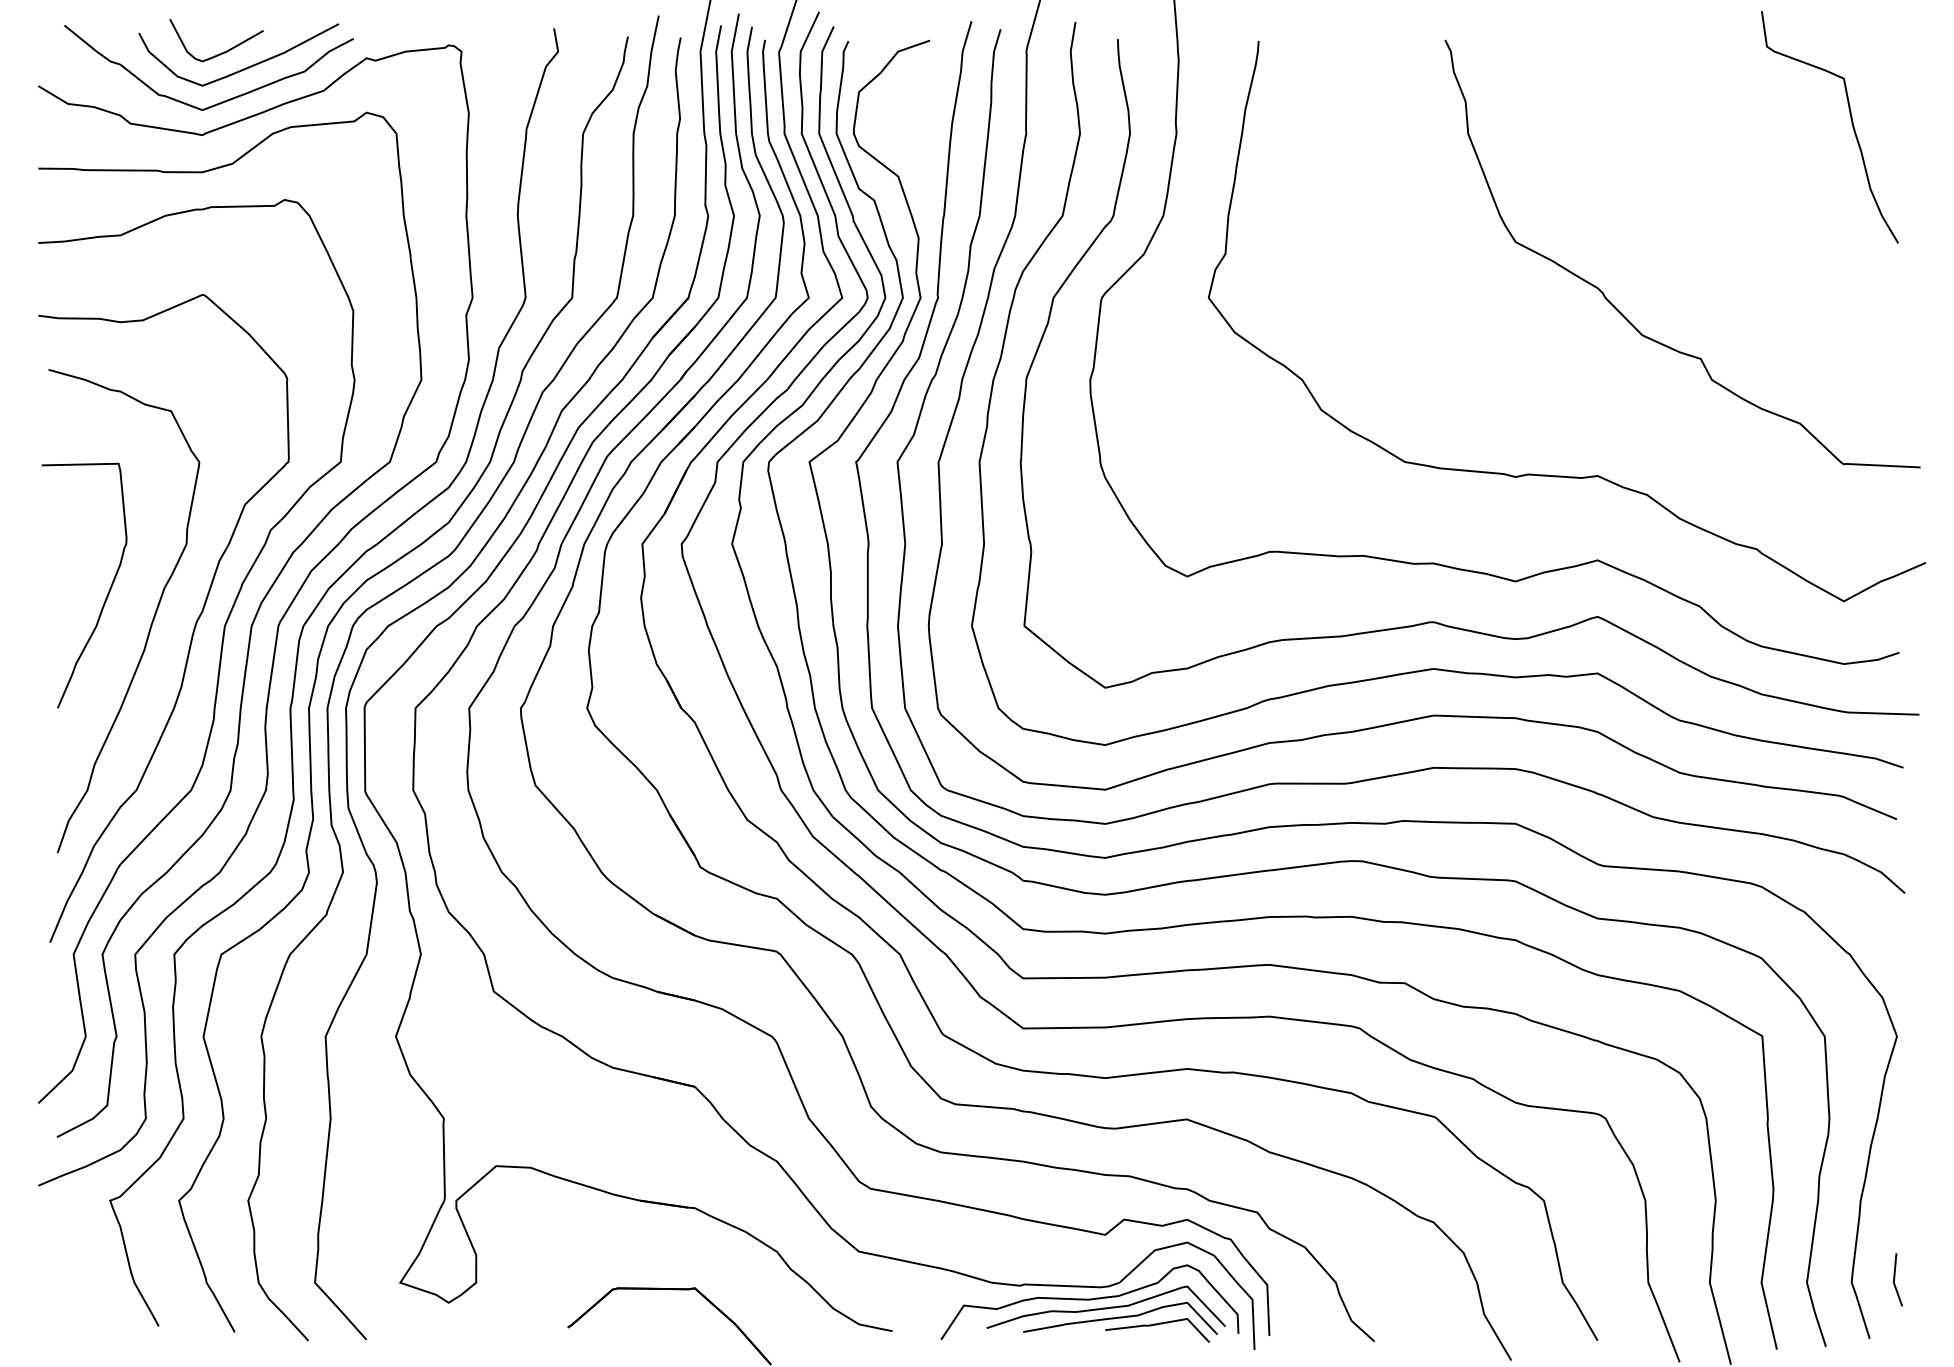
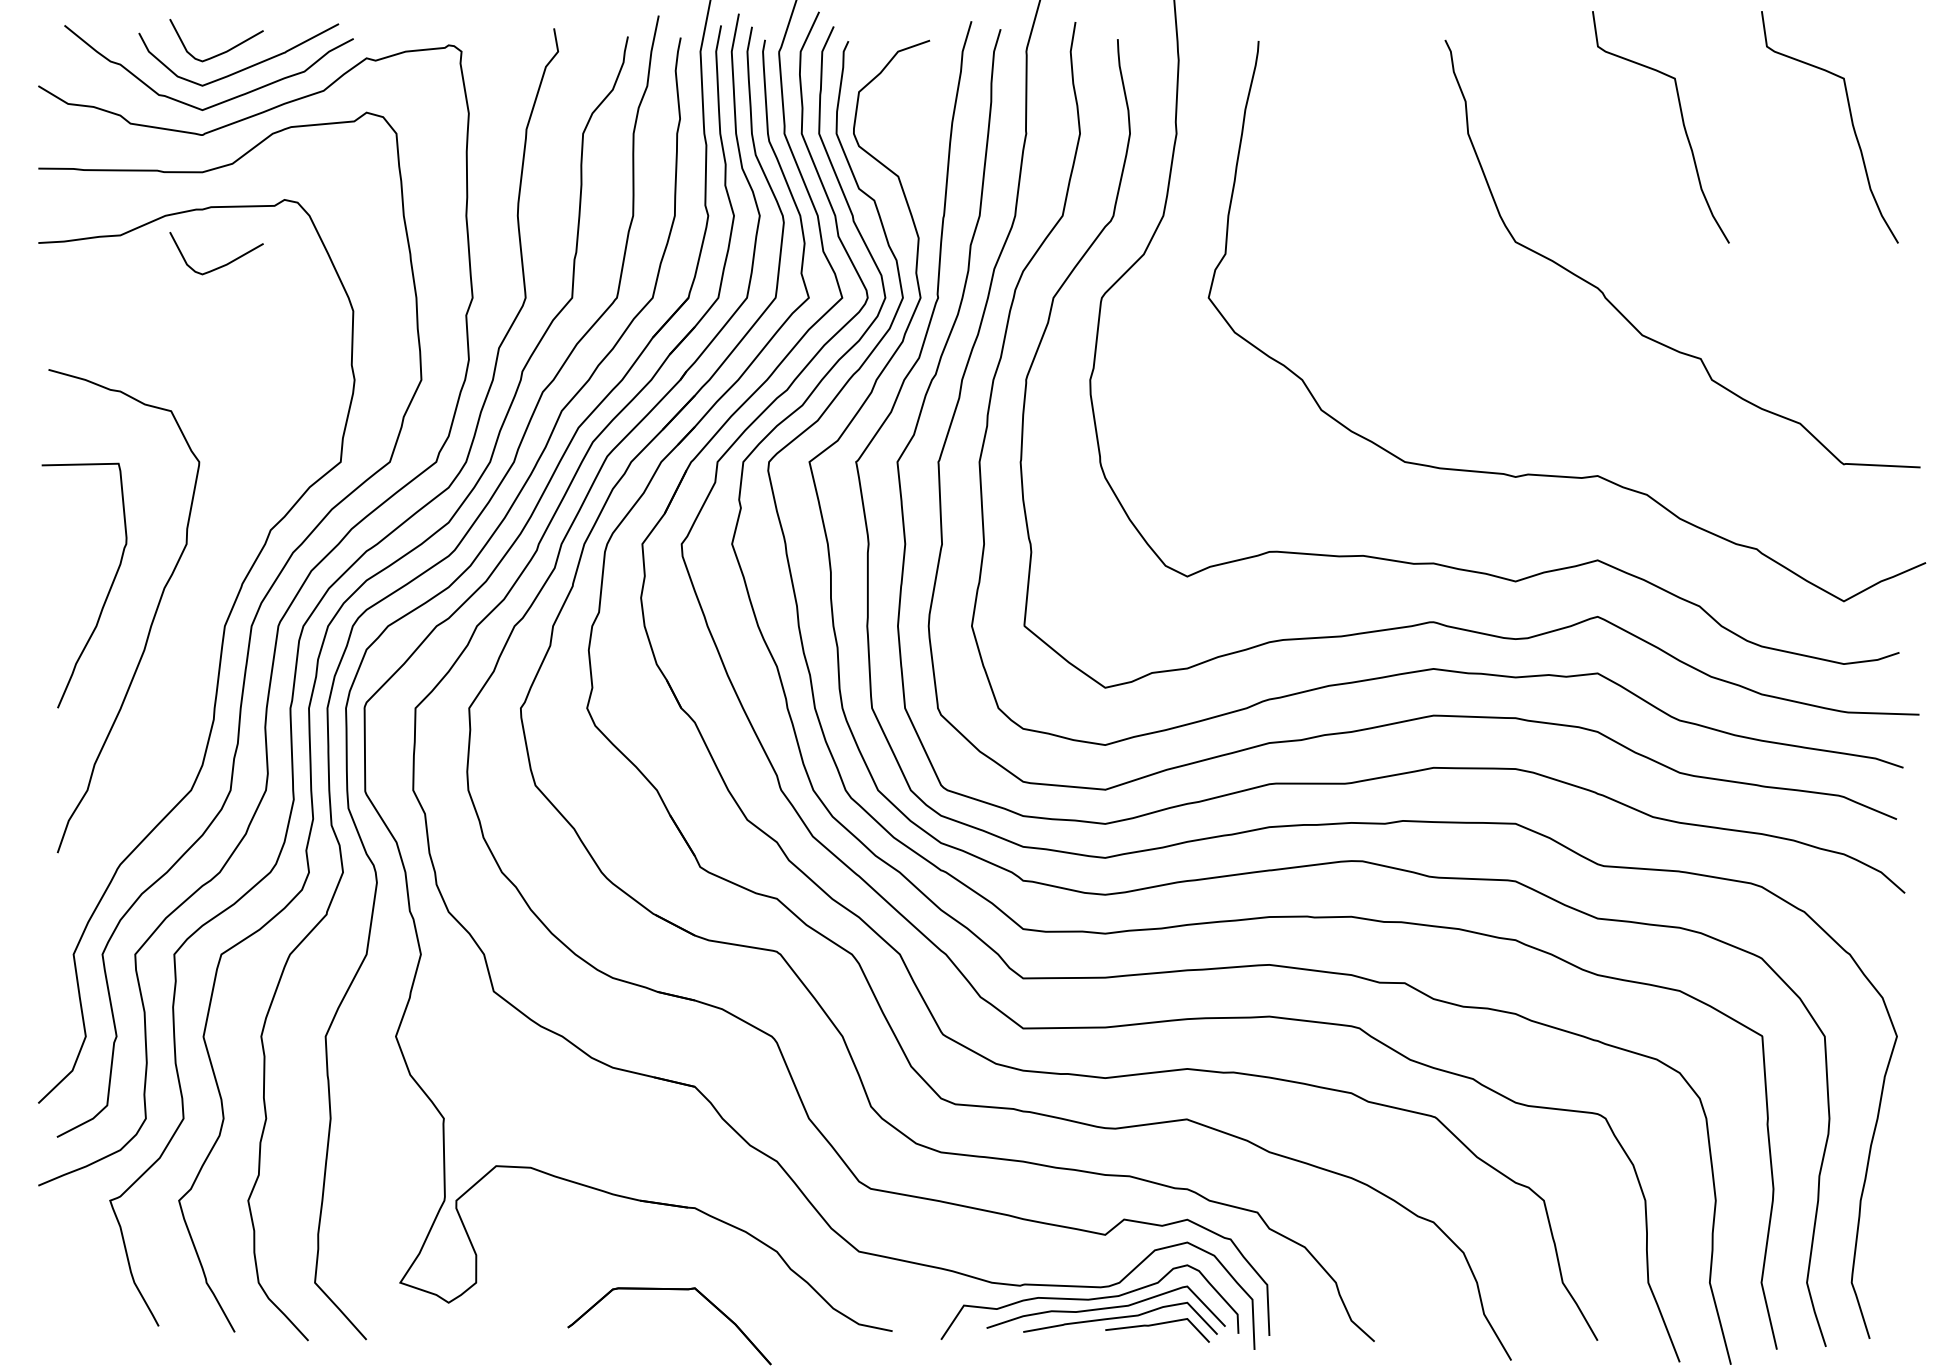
curve at (1682, 124): none -> present
curve at (221, 265): none -> present
curve at (193, 628): present -> none
line at (1895, 1278): present -> none
